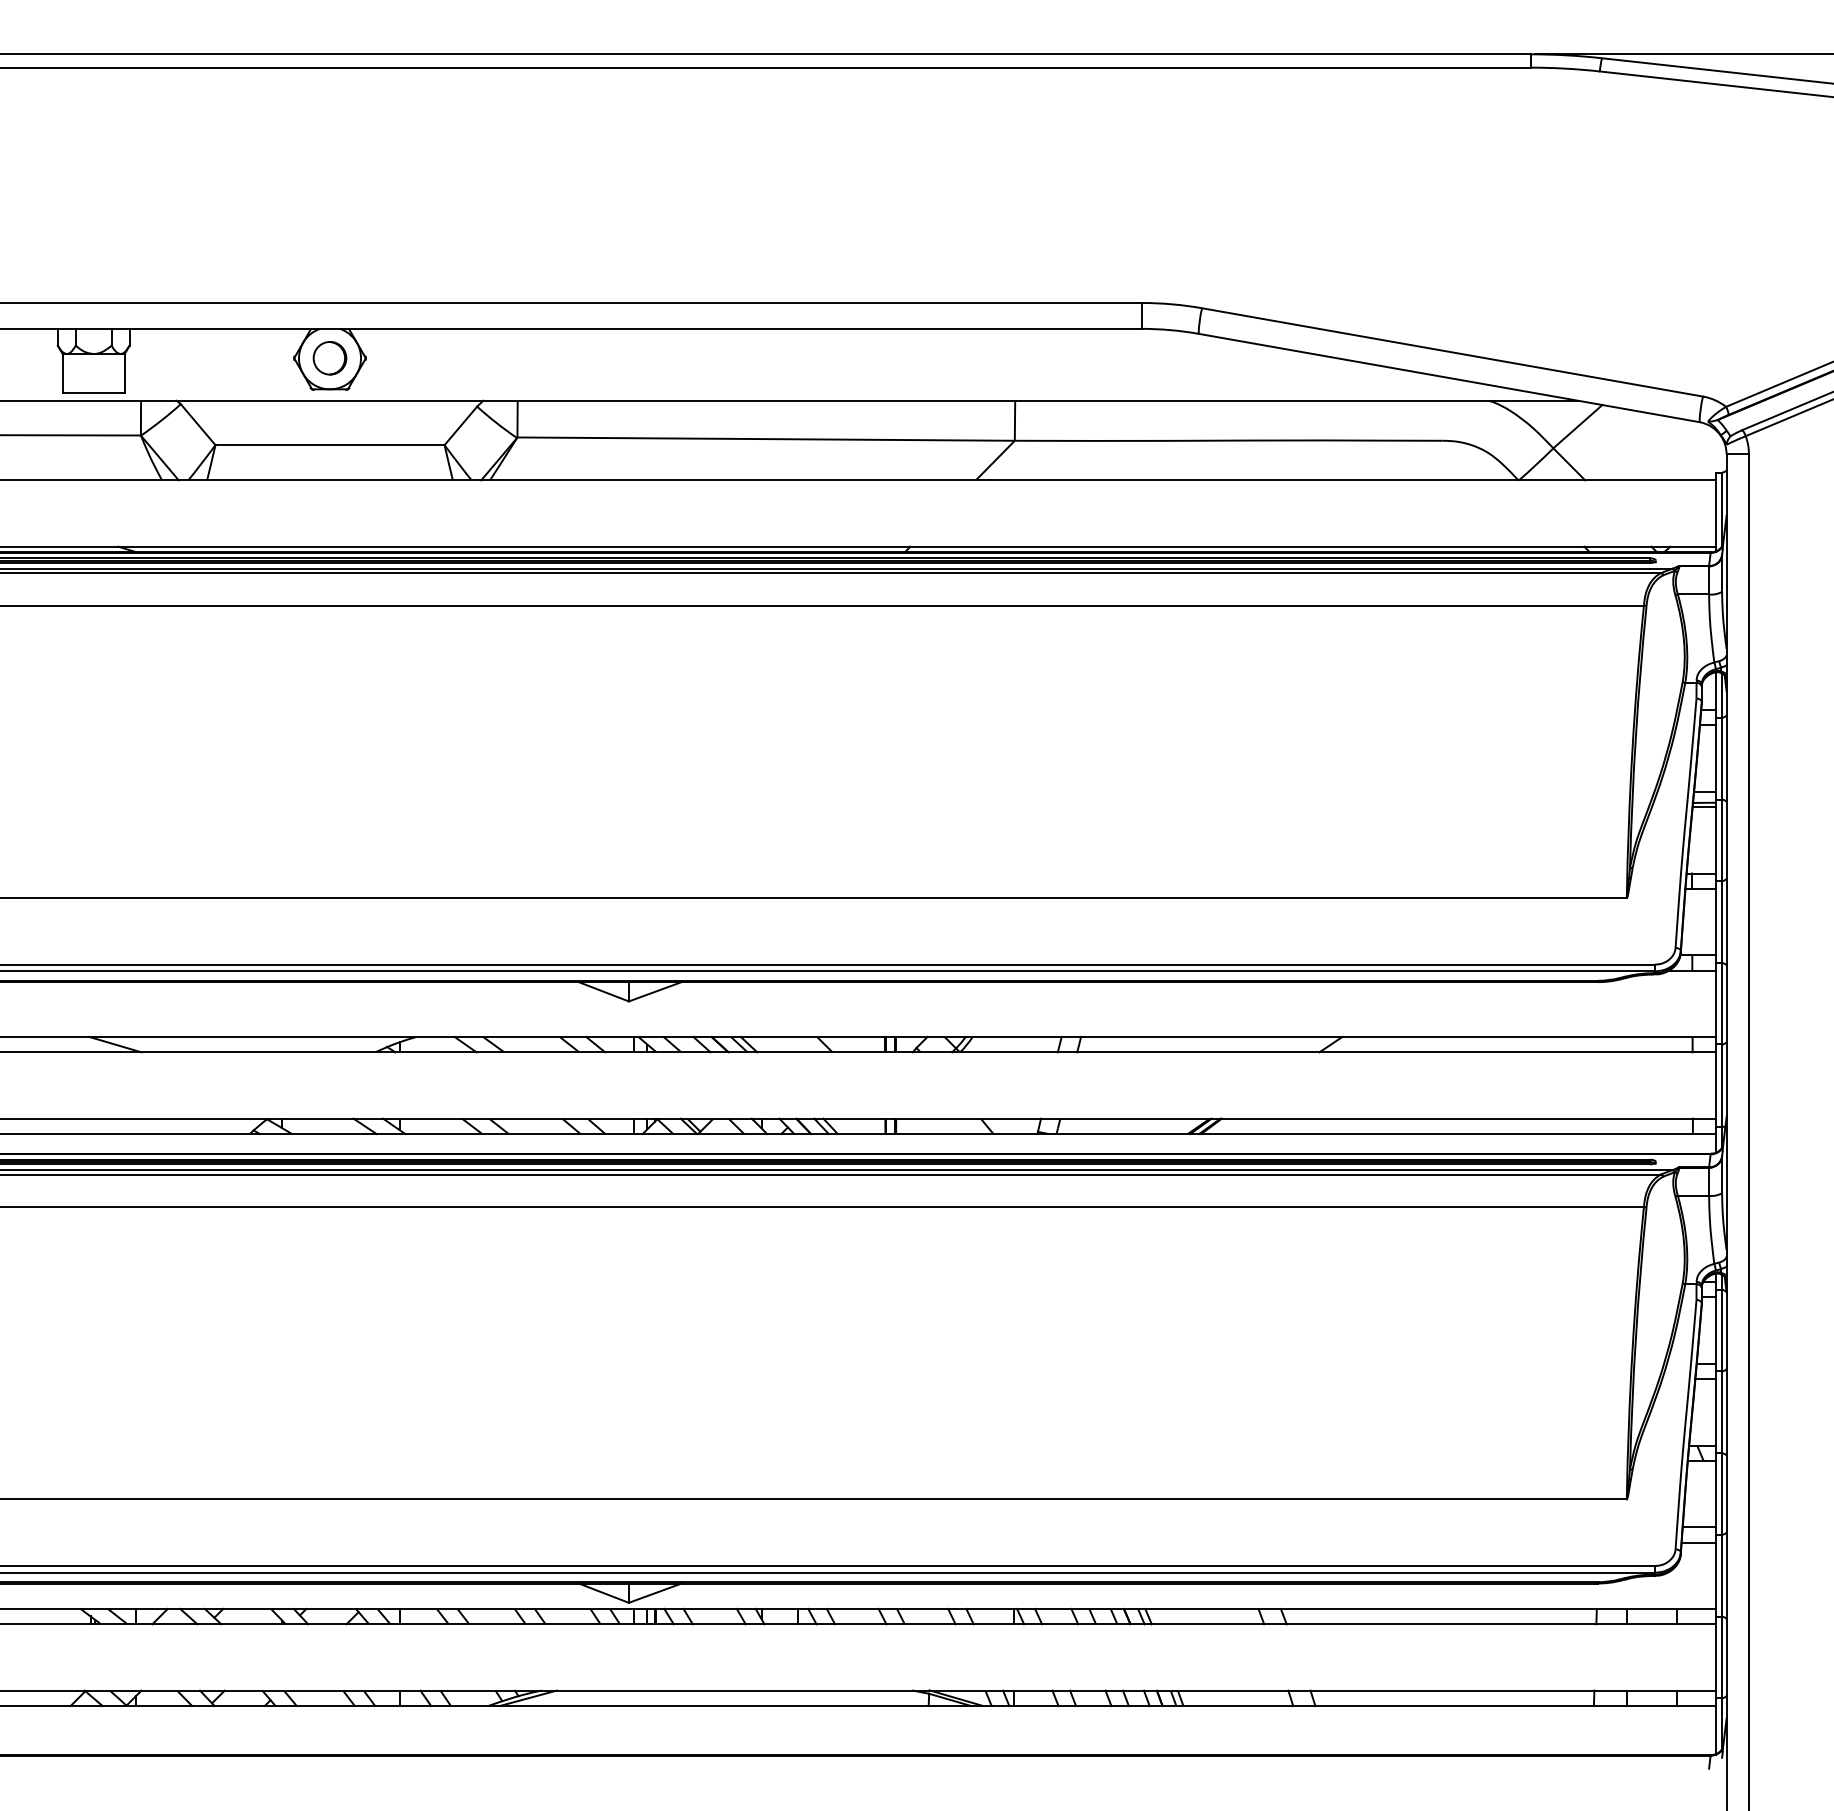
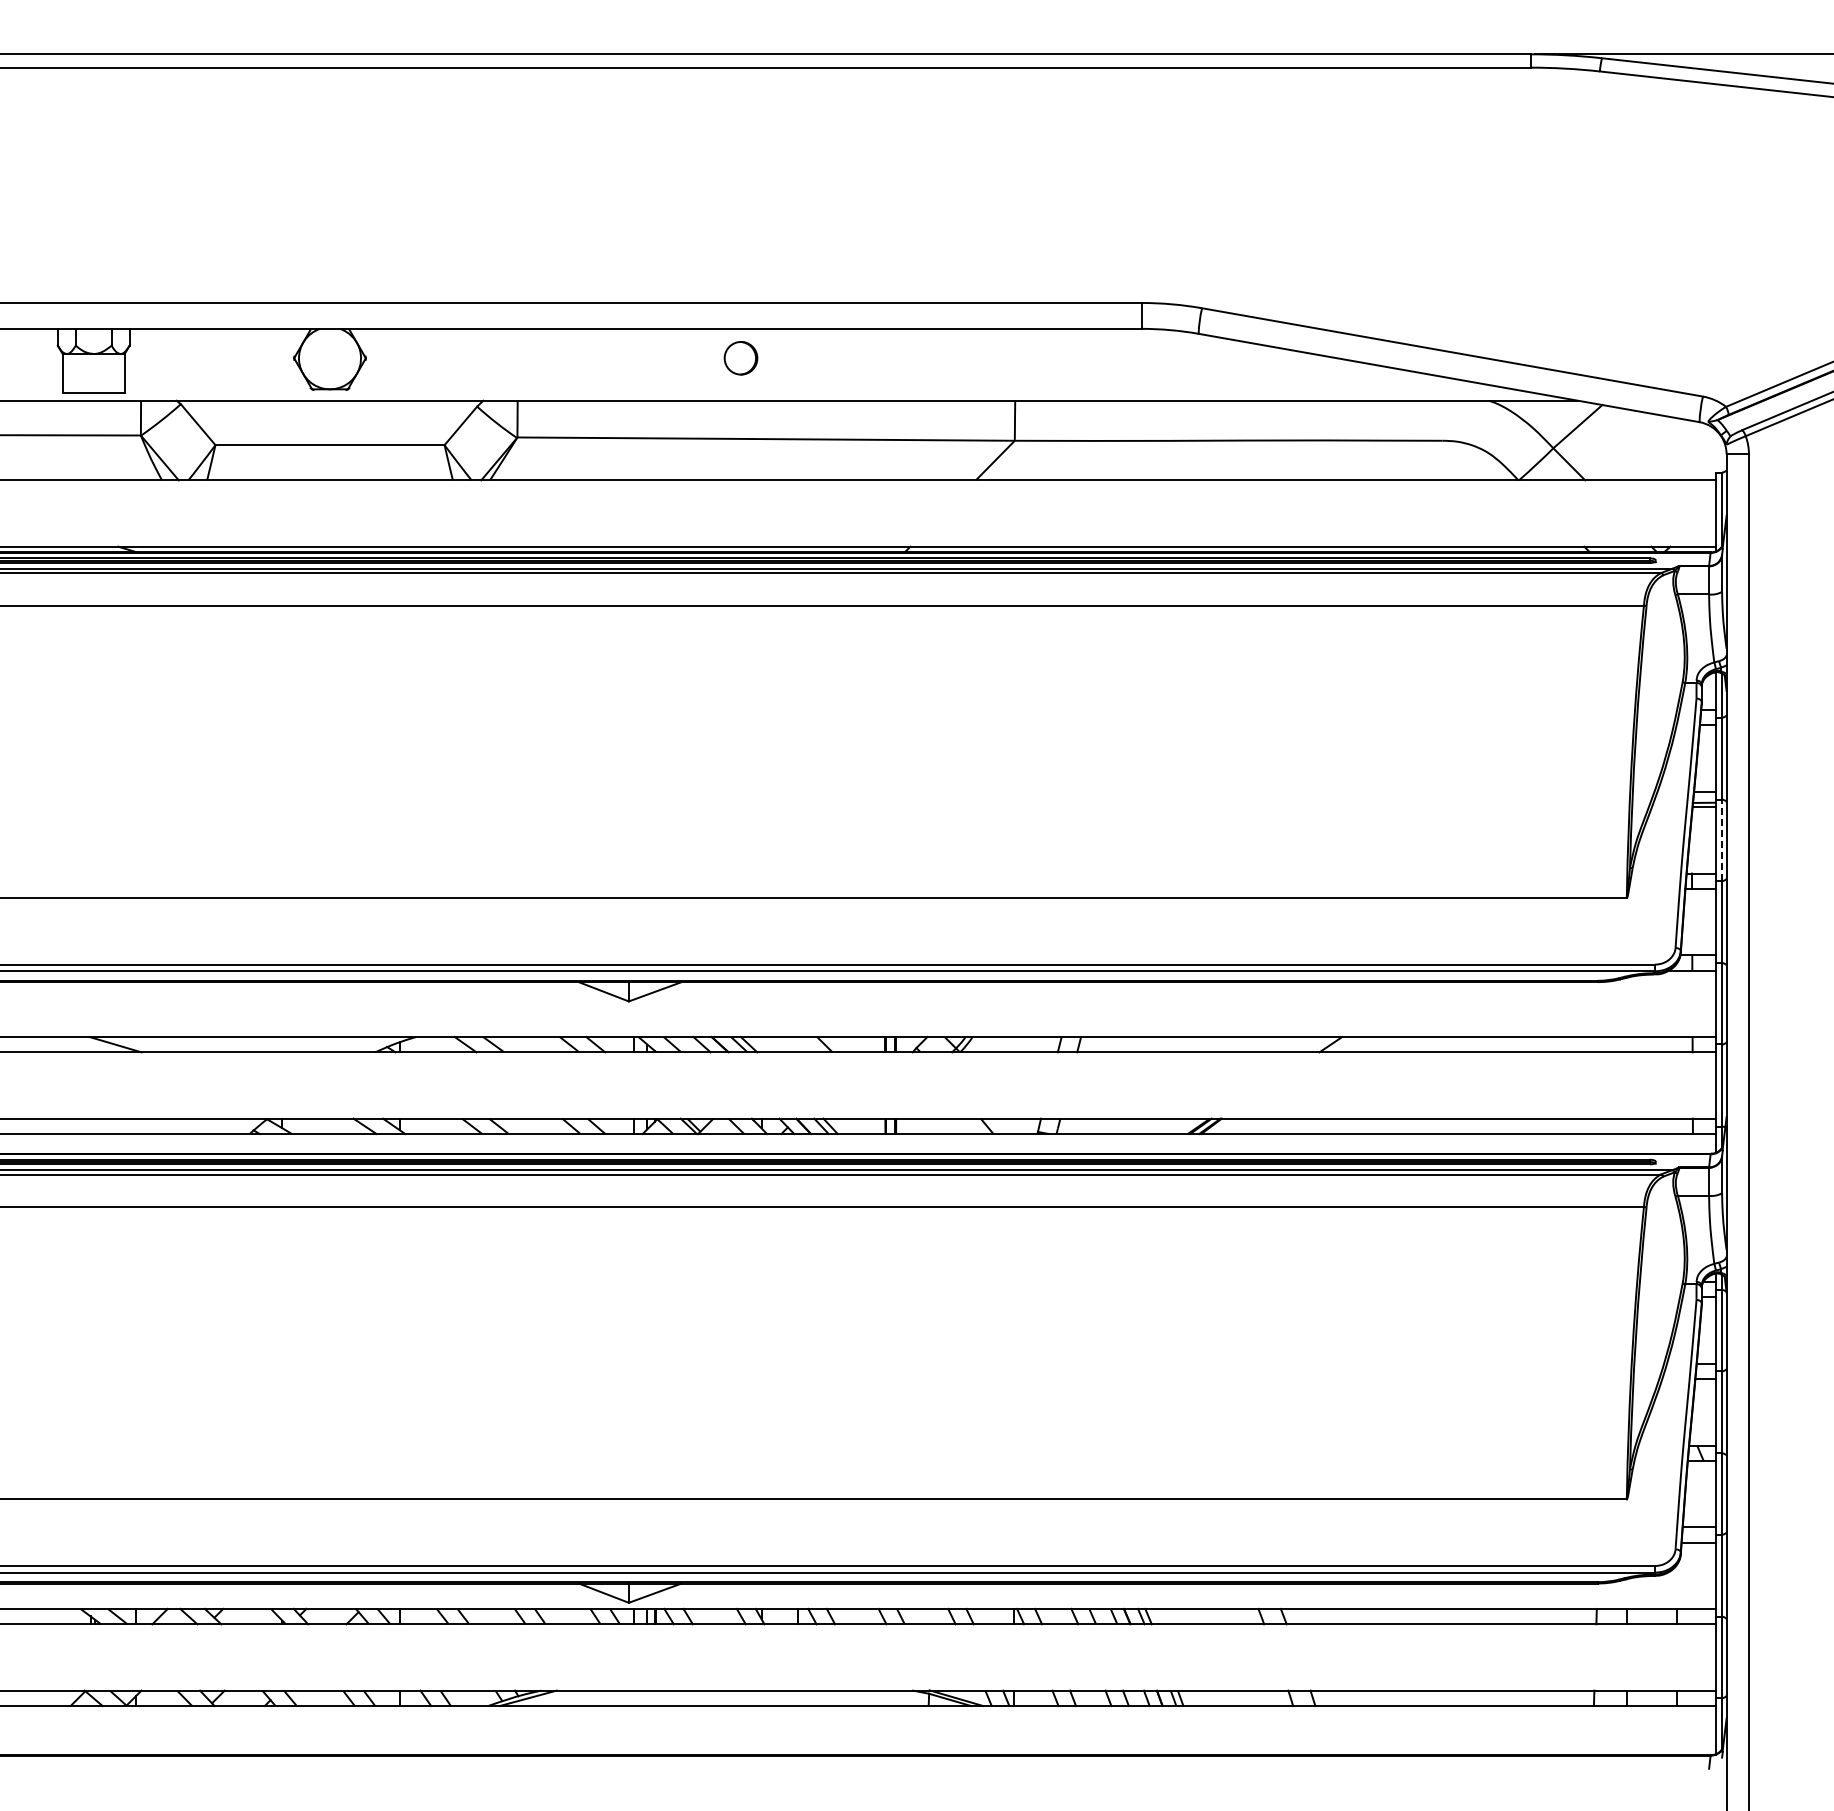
part at (329, 358) position: (329, 358) -> (740, 358)
line at (1722, 840): solid -> dashed
